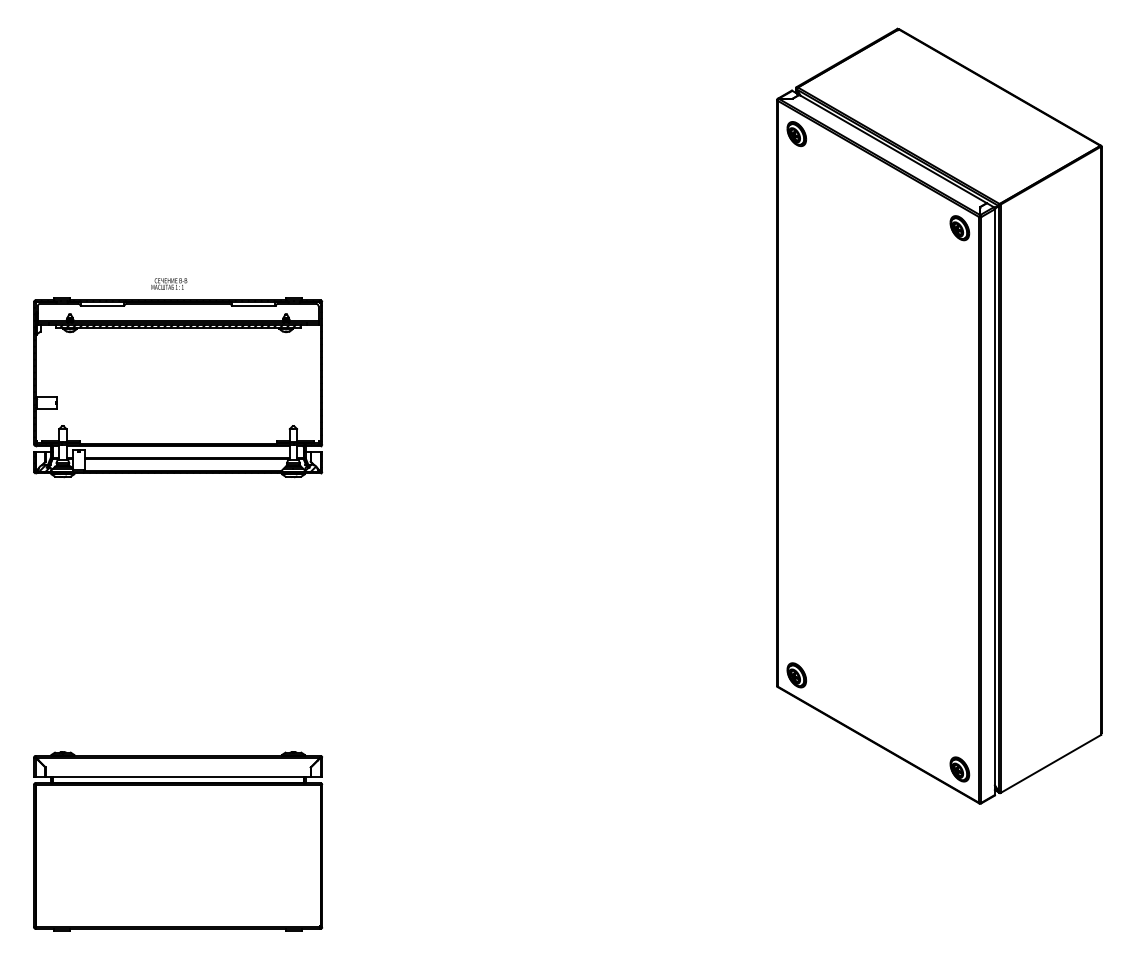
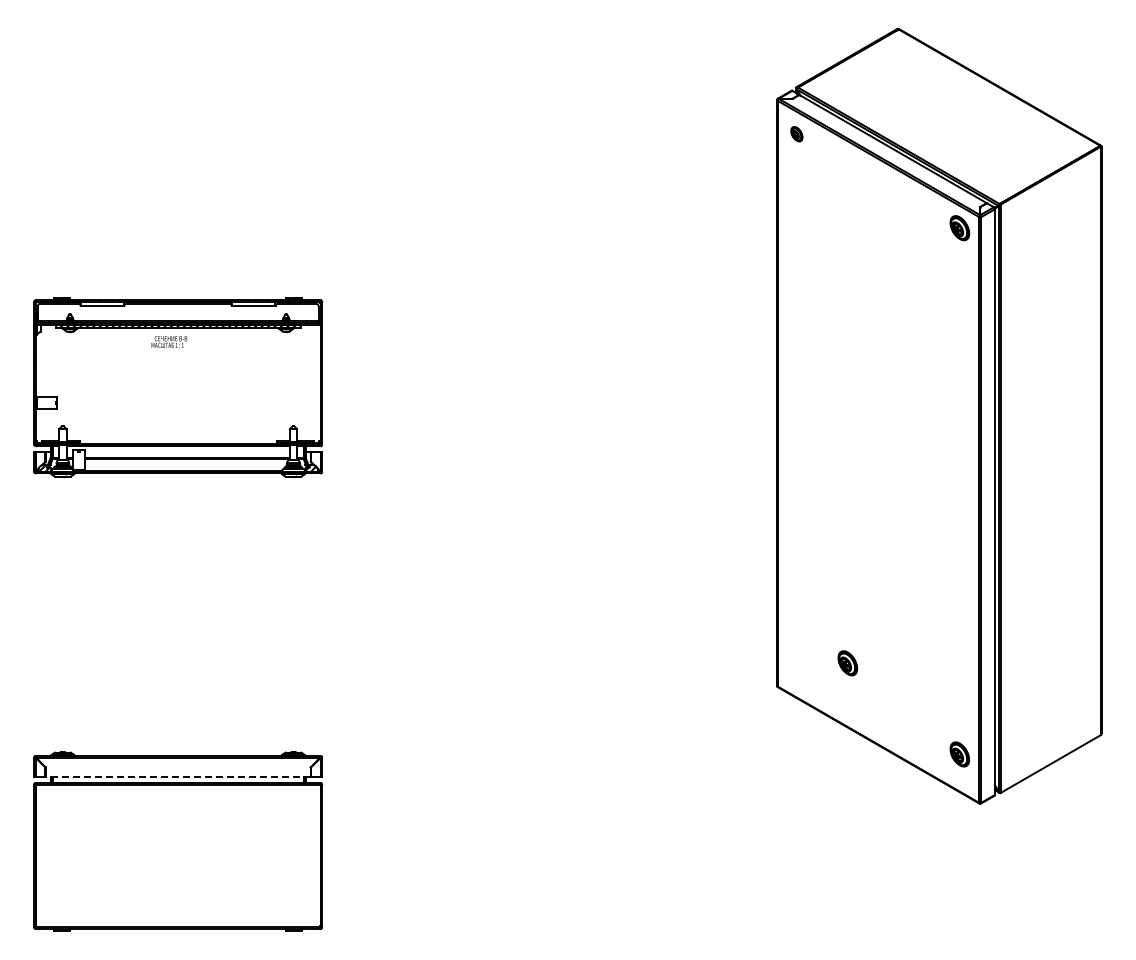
part at (796, 134) size: 22x27 px -> 14x17 px
text at (169, 283) position: (169, 283) -> (169, 341)
part at (796, 675) position: (796, 675) -> (847, 663)
part at (959, 769) position: (959, 769) -> (959, 754)
line at (178, 776): solid -> dashed
